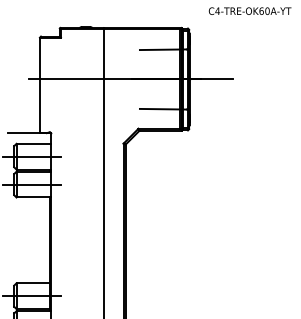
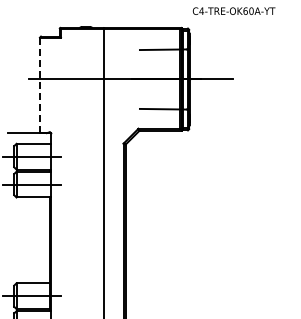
text at (249, 10) position: (249, 10) -> (233, 10)
line at (39, 85): solid -> dashed
